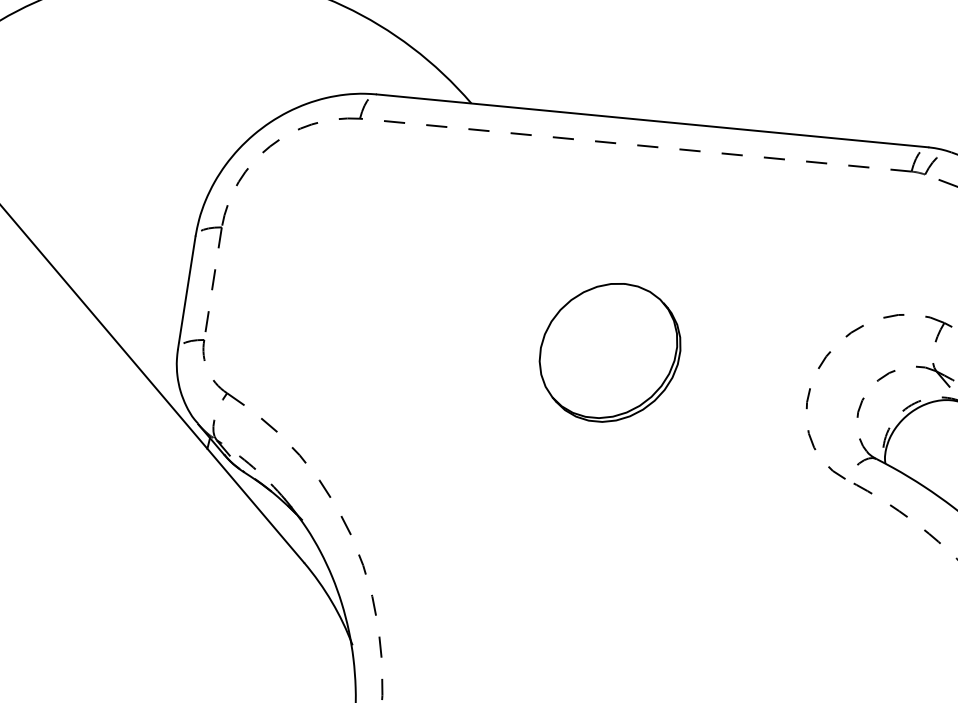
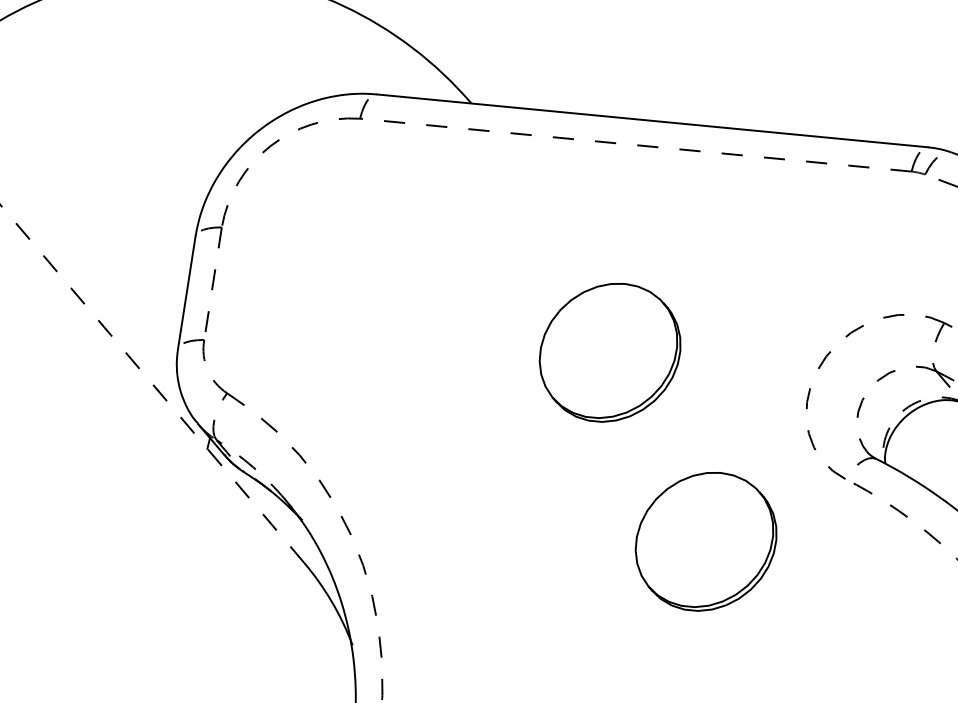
line at (152, 383): solid -> dashed
part at (705, 541): none -> present
